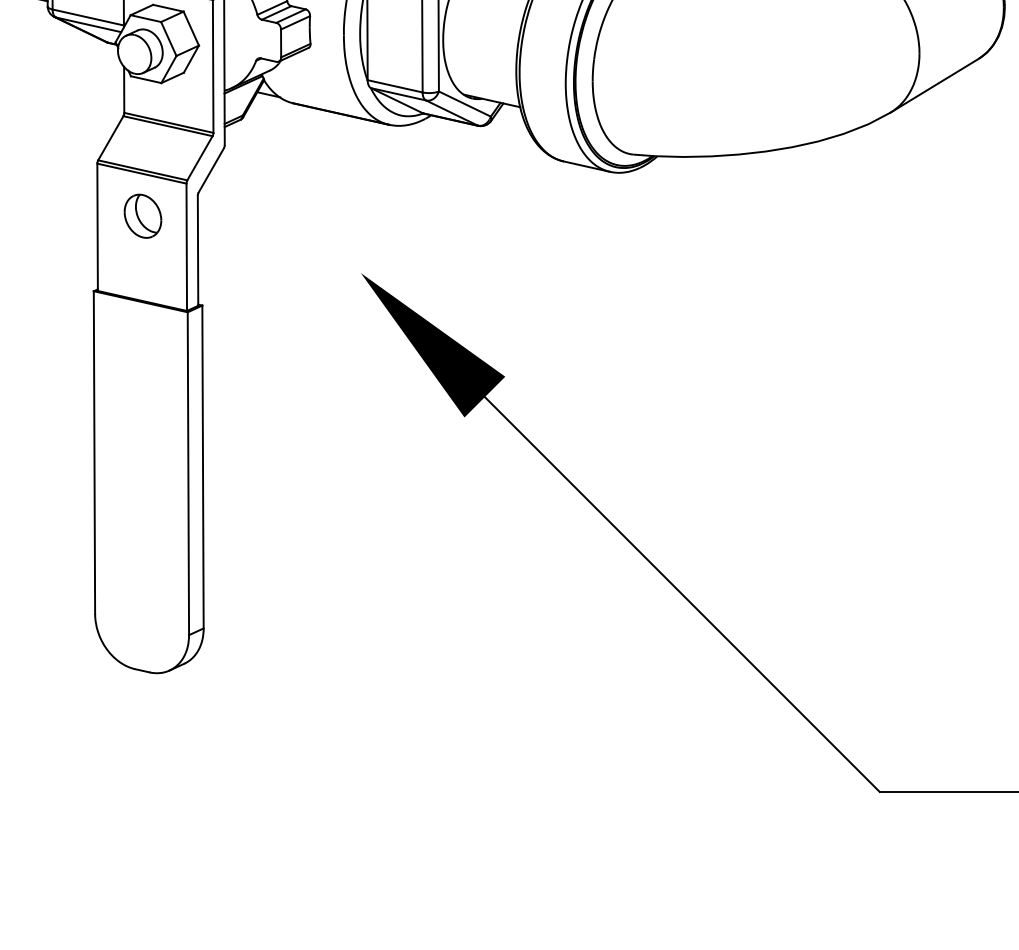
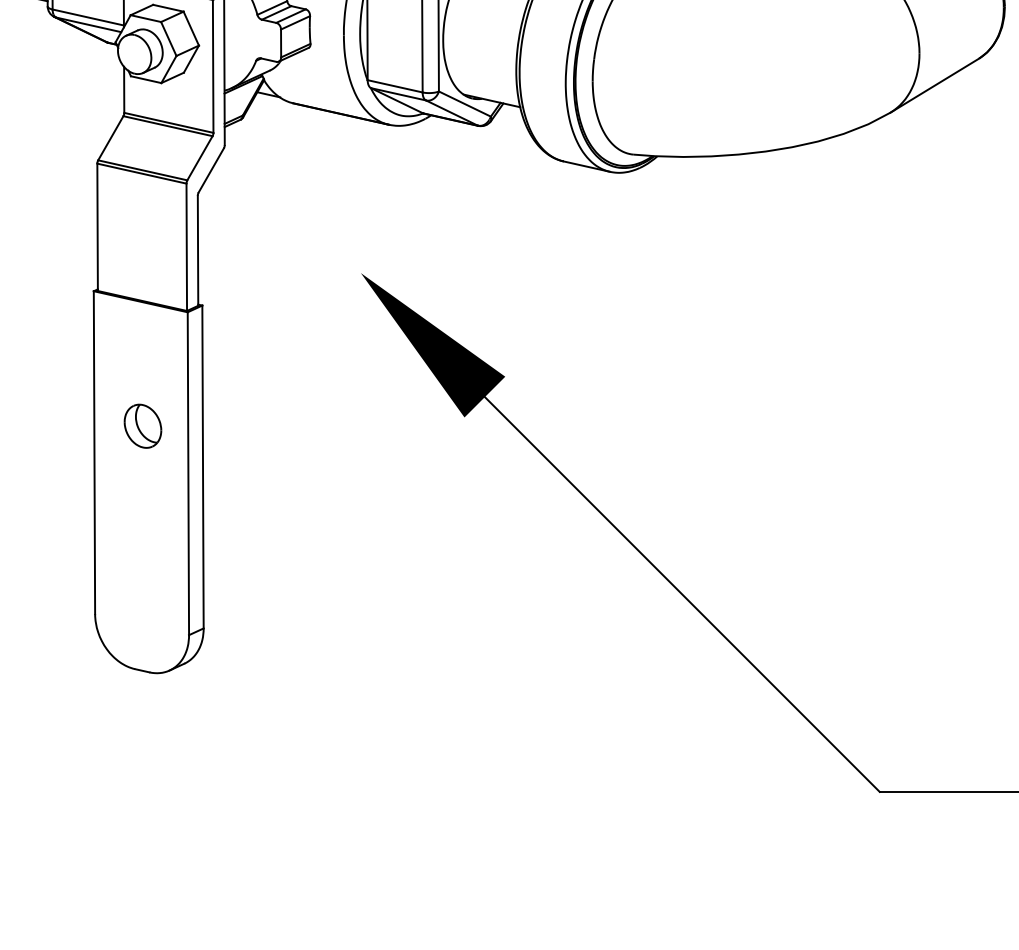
part at (142, 215) position: (142, 215) -> (142, 425)
